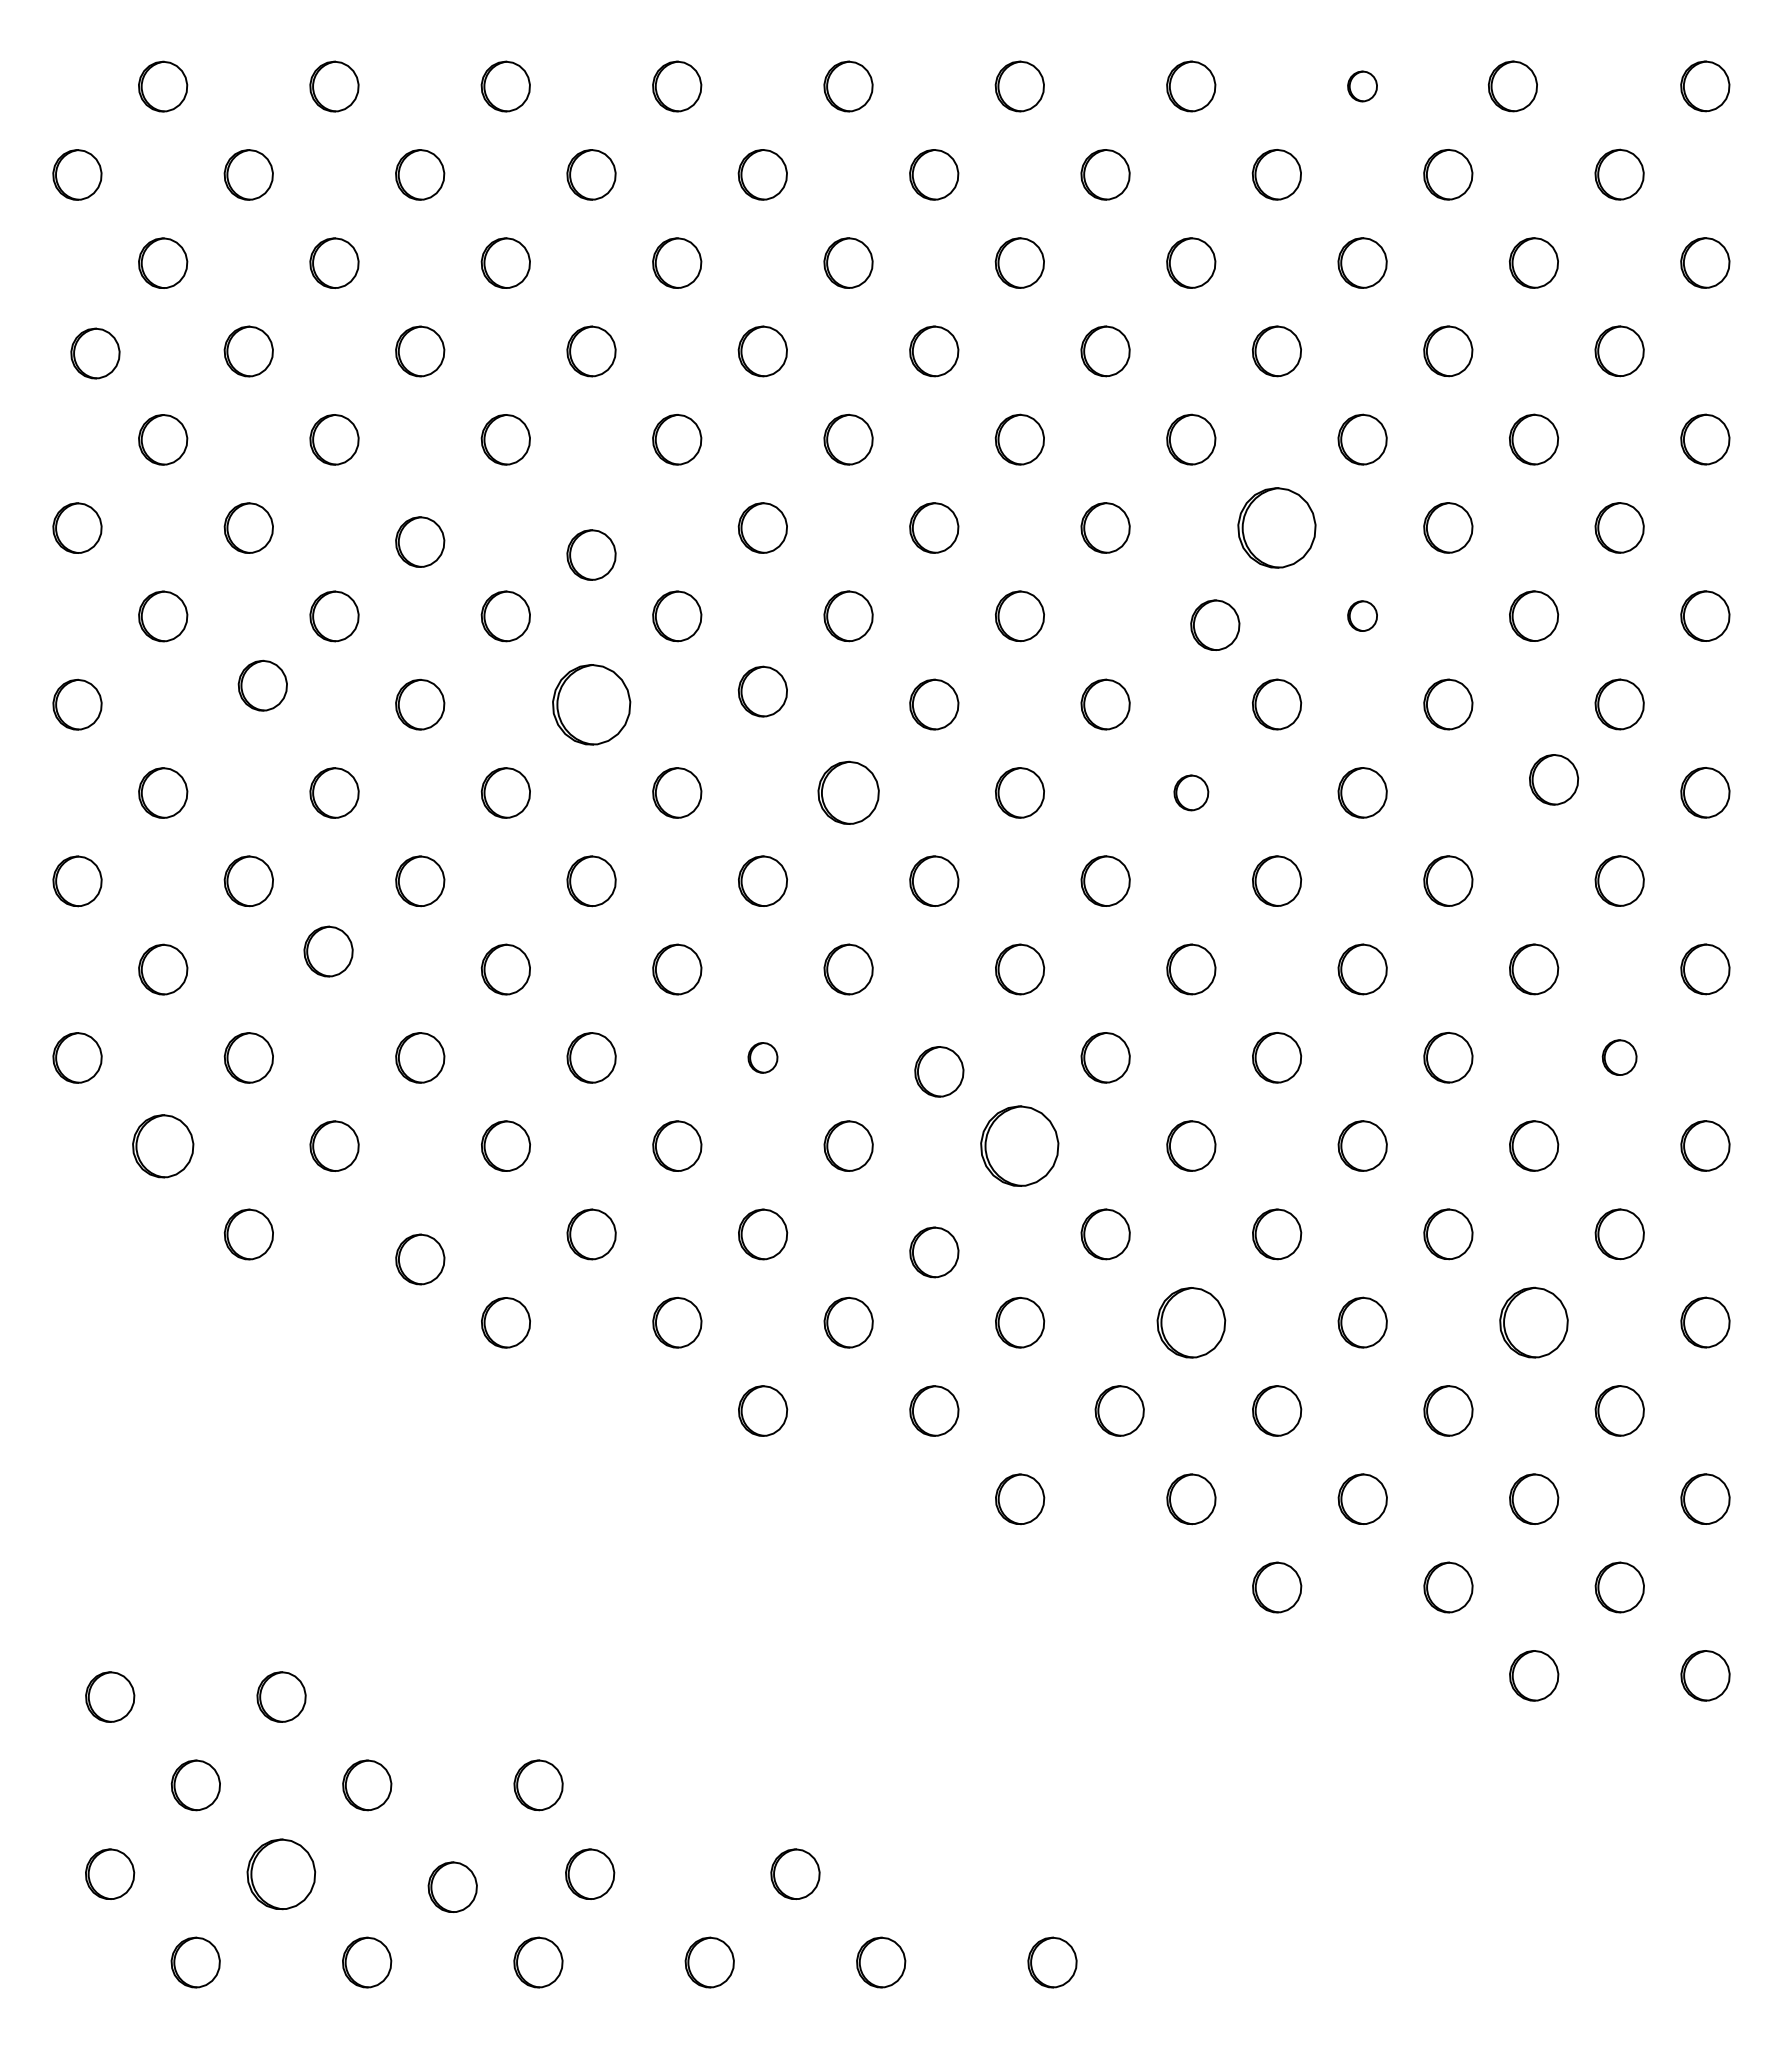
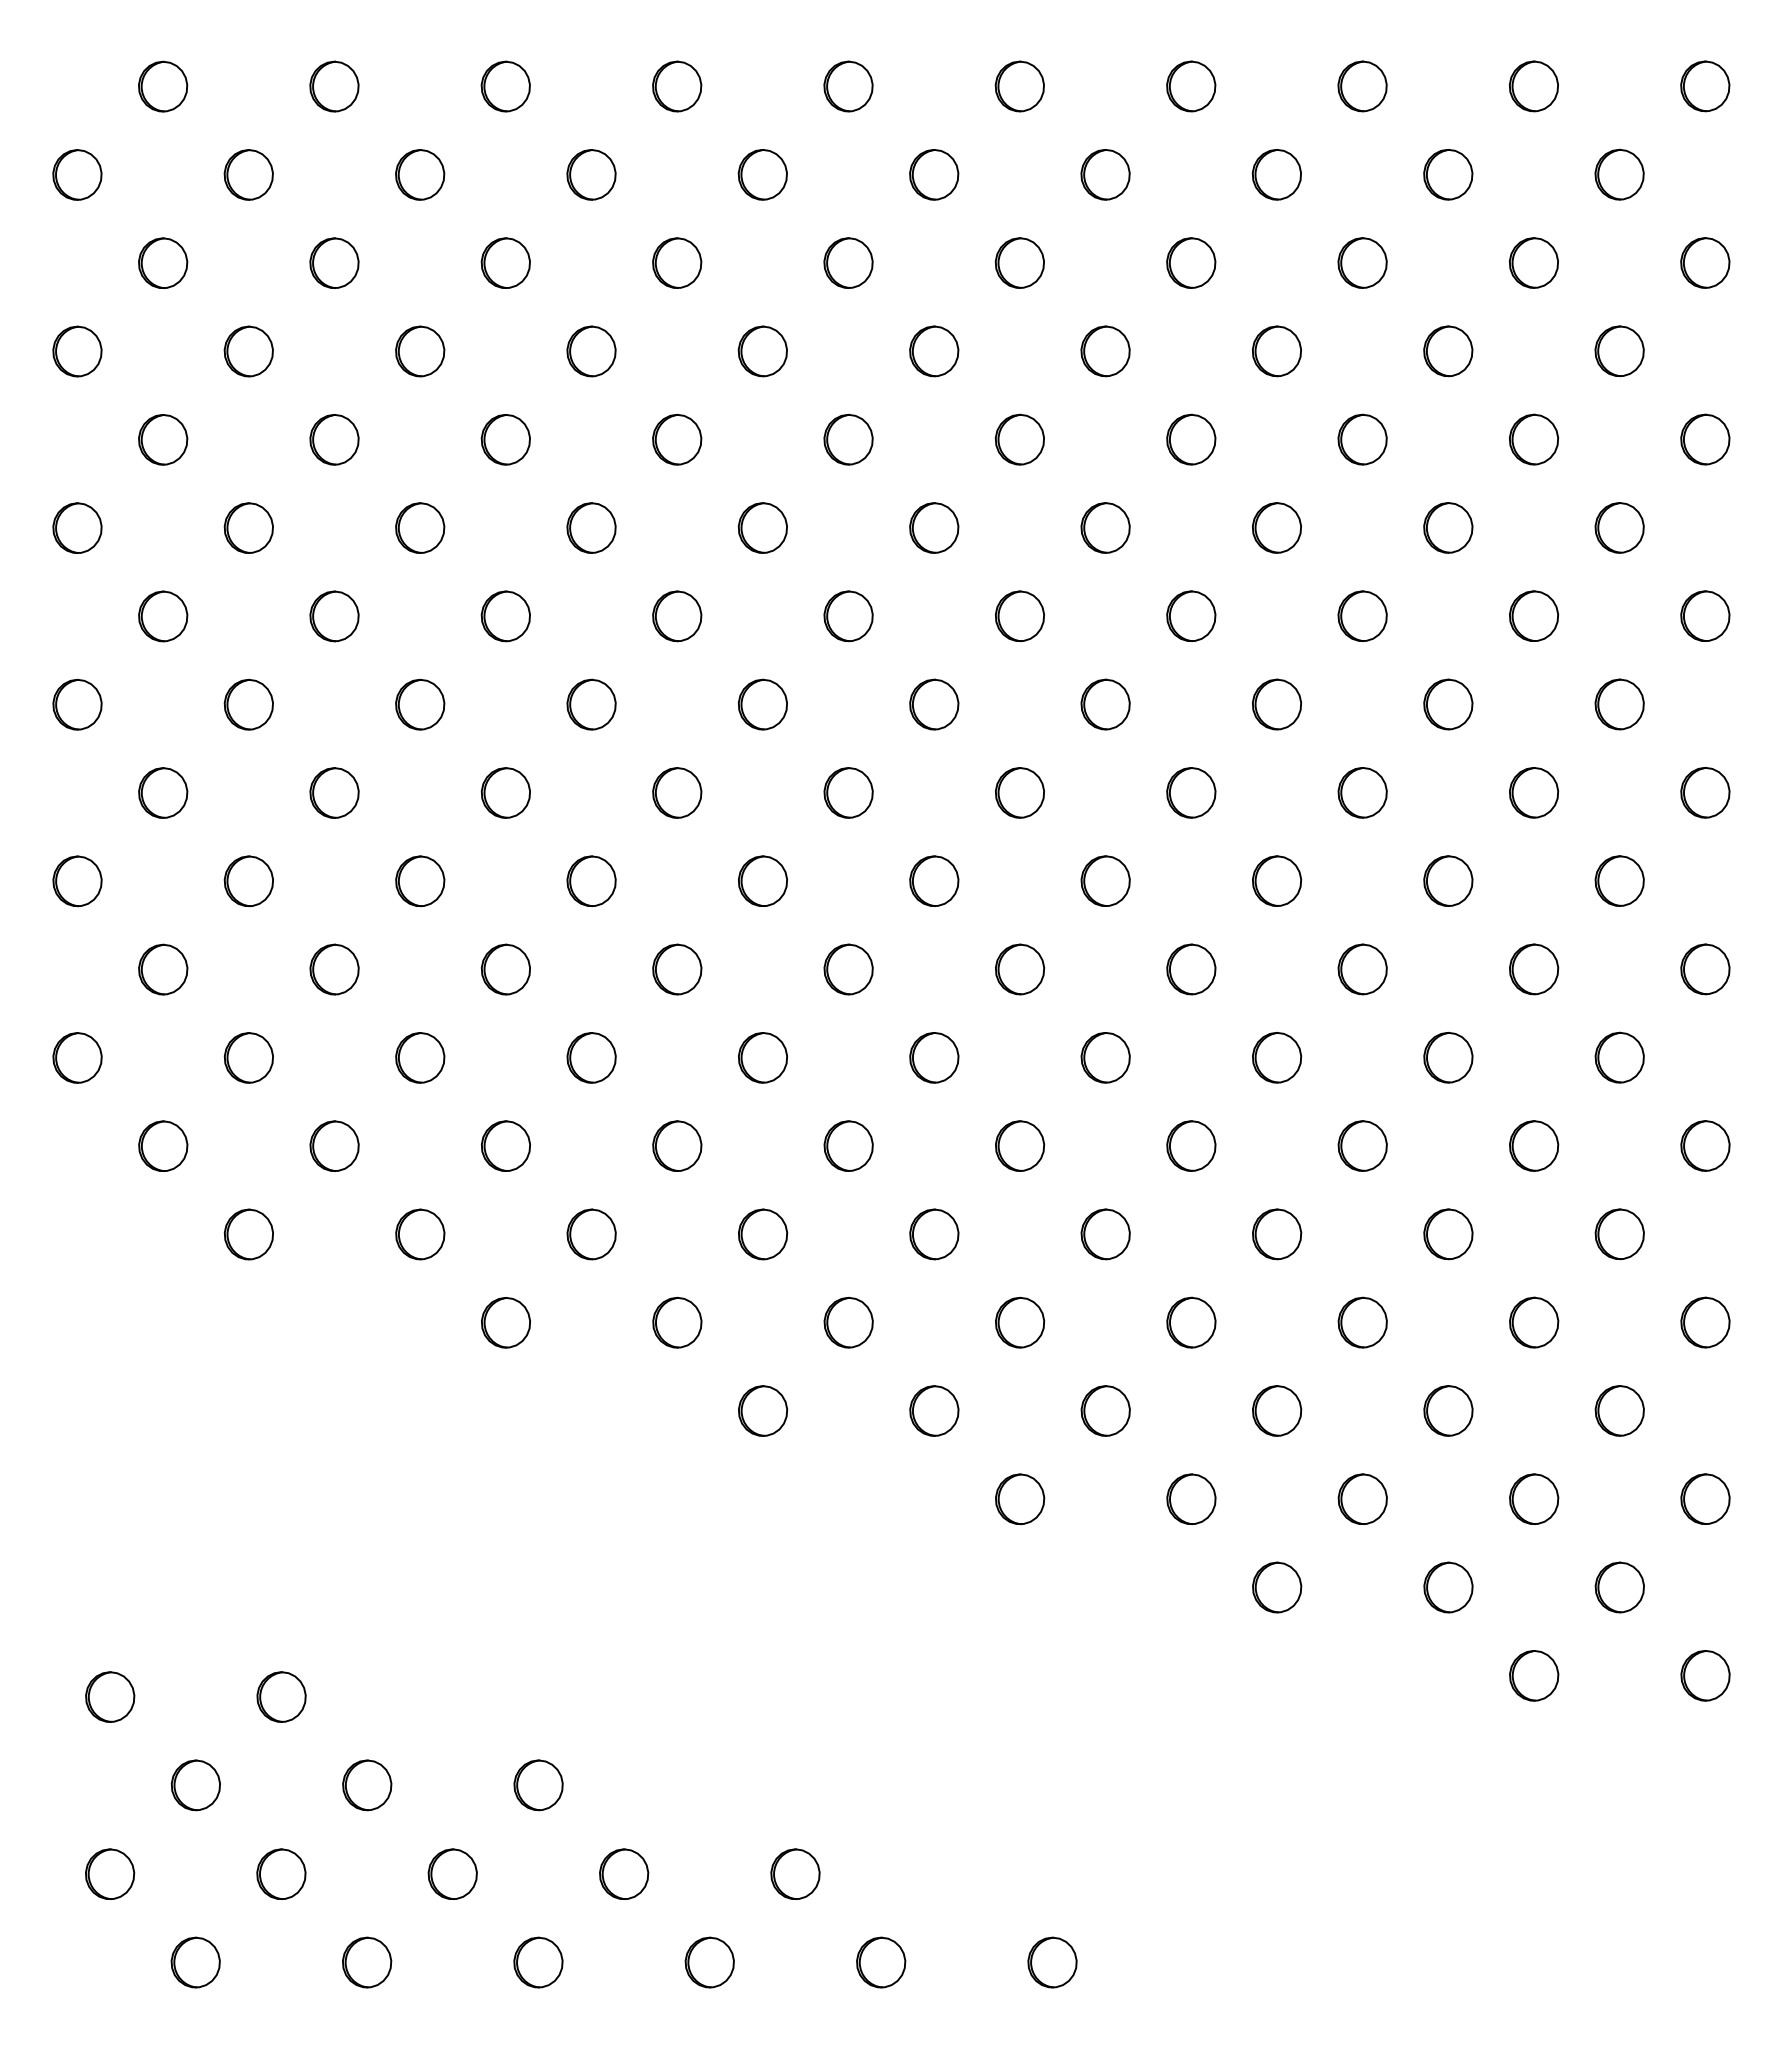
part at (1362, 86) size: 31x33 px -> 51x53 px
part at (1512, 86) position: (1512, 86) -> (1533, 86)
part at (95, 353) position: (95, 353) -> (77, 351)
part at (1276, 527) size: 80x82 px -> 50x52 px
part at (420, 541) position: (420, 541) -> (420, 527)
part at (591, 554) position: (591, 554) -> (591, 527)
part at (1362, 615) size: 31x32 px -> 51x52 px
part at (1215, 624) position: (1215, 624) -> (1191, 615)
part at (262, 685) position: (262, 685) -> (248, 704)
part at (762, 691) position: (762, 691) -> (762, 704)
part at (591, 704) size: 80x82 px -> 51x53 px
part at (1554, 779) position: (1554, 779) -> (1534, 792)
part at (848, 792) size: 63x65 px -> 51x52 px
part at (1191, 792) size: 37x38 px -> 51x52 px
part at (328, 951) position: (328, 951) -> (334, 969)
part at (762, 1057) size: 32x32 px -> 50x52 px
part at (1619, 1057) size: 37x37 px -> 51x53 px
part at (939, 1071) position: (939, 1071) -> (934, 1057)
part at (1019, 1145) size: 80x82 px -> 51x52 px
part at (163, 1146) size: 63x65 px -> 51x52 px
part at (934, 1252) position: (934, 1252) -> (934, 1234)
part at (420, 1259) position: (420, 1259) -> (420, 1234)
part at (1191, 1322) size: 71x72 px -> 51x53 px
part at (1533, 1322) size: 70x73 px -> 51x53 px
part at (1119, 1410) position: (1119, 1410) -> (1105, 1410)
part at (590, 1873) position: (590, 1873) -> (624, 1873)
part at (281, 1874) size: 71x73 px -> 51x52 px
part at (452, 1886) position: (452, 1886) -> (452, 1873)
